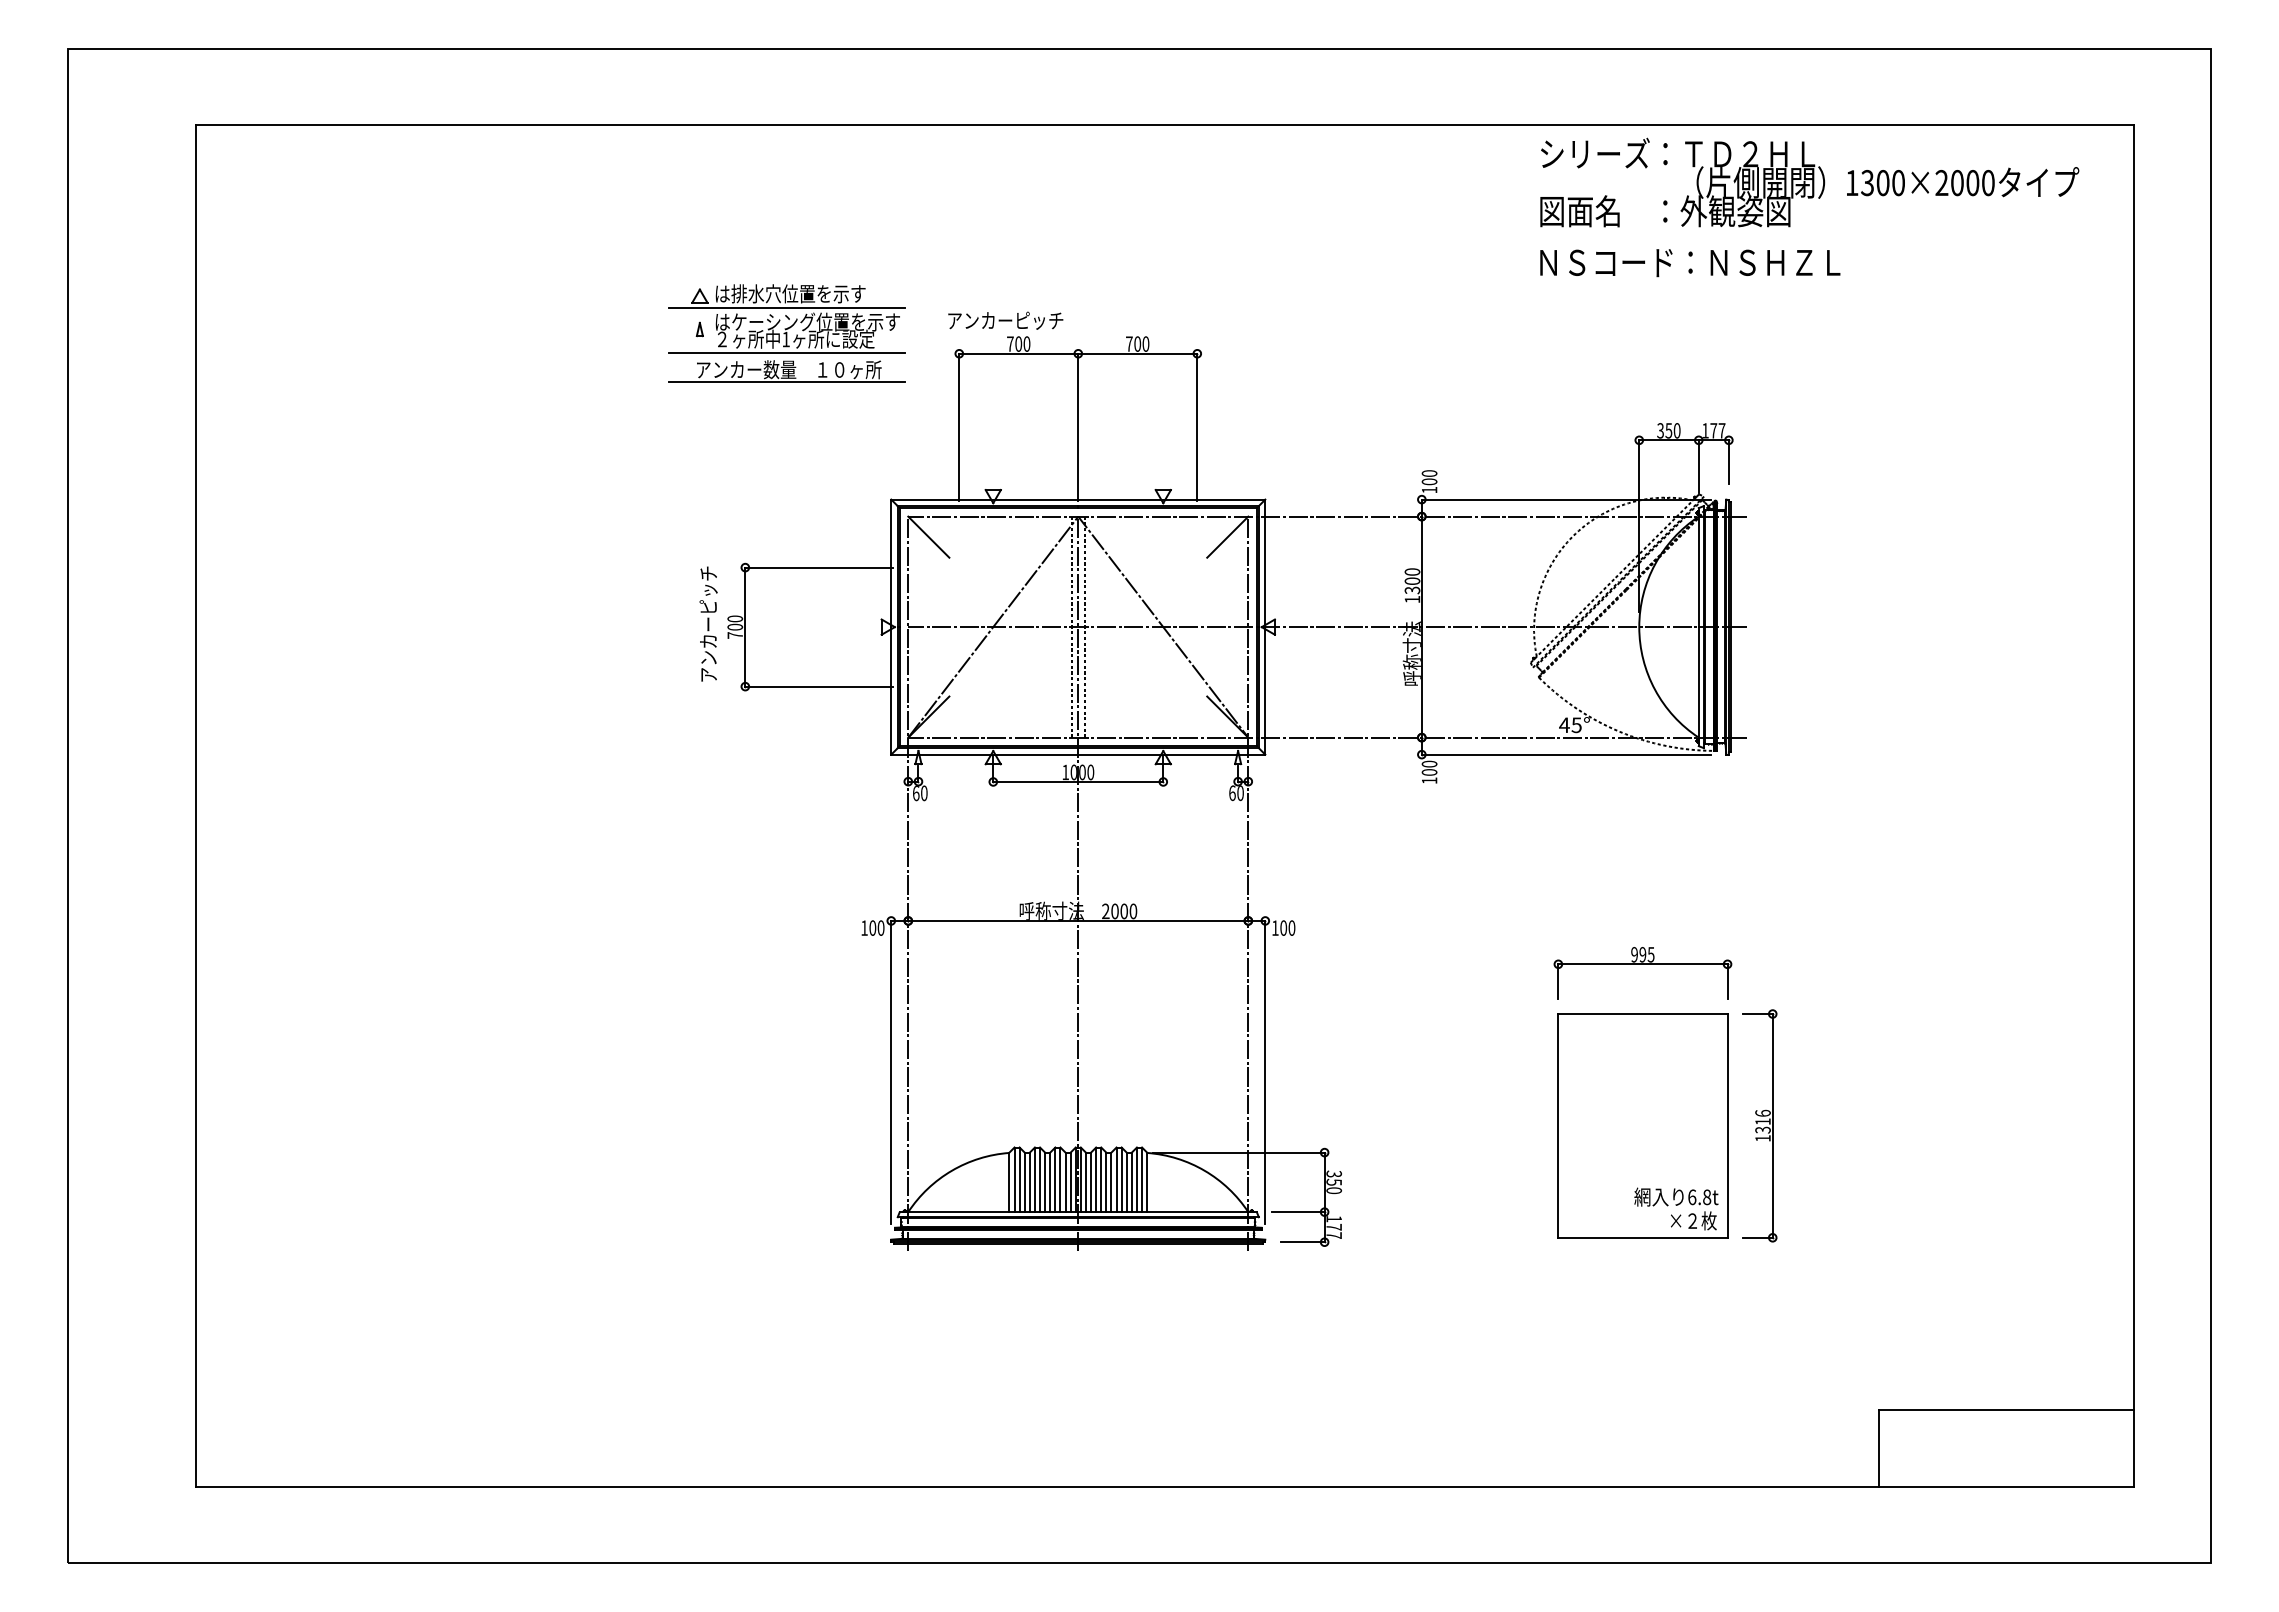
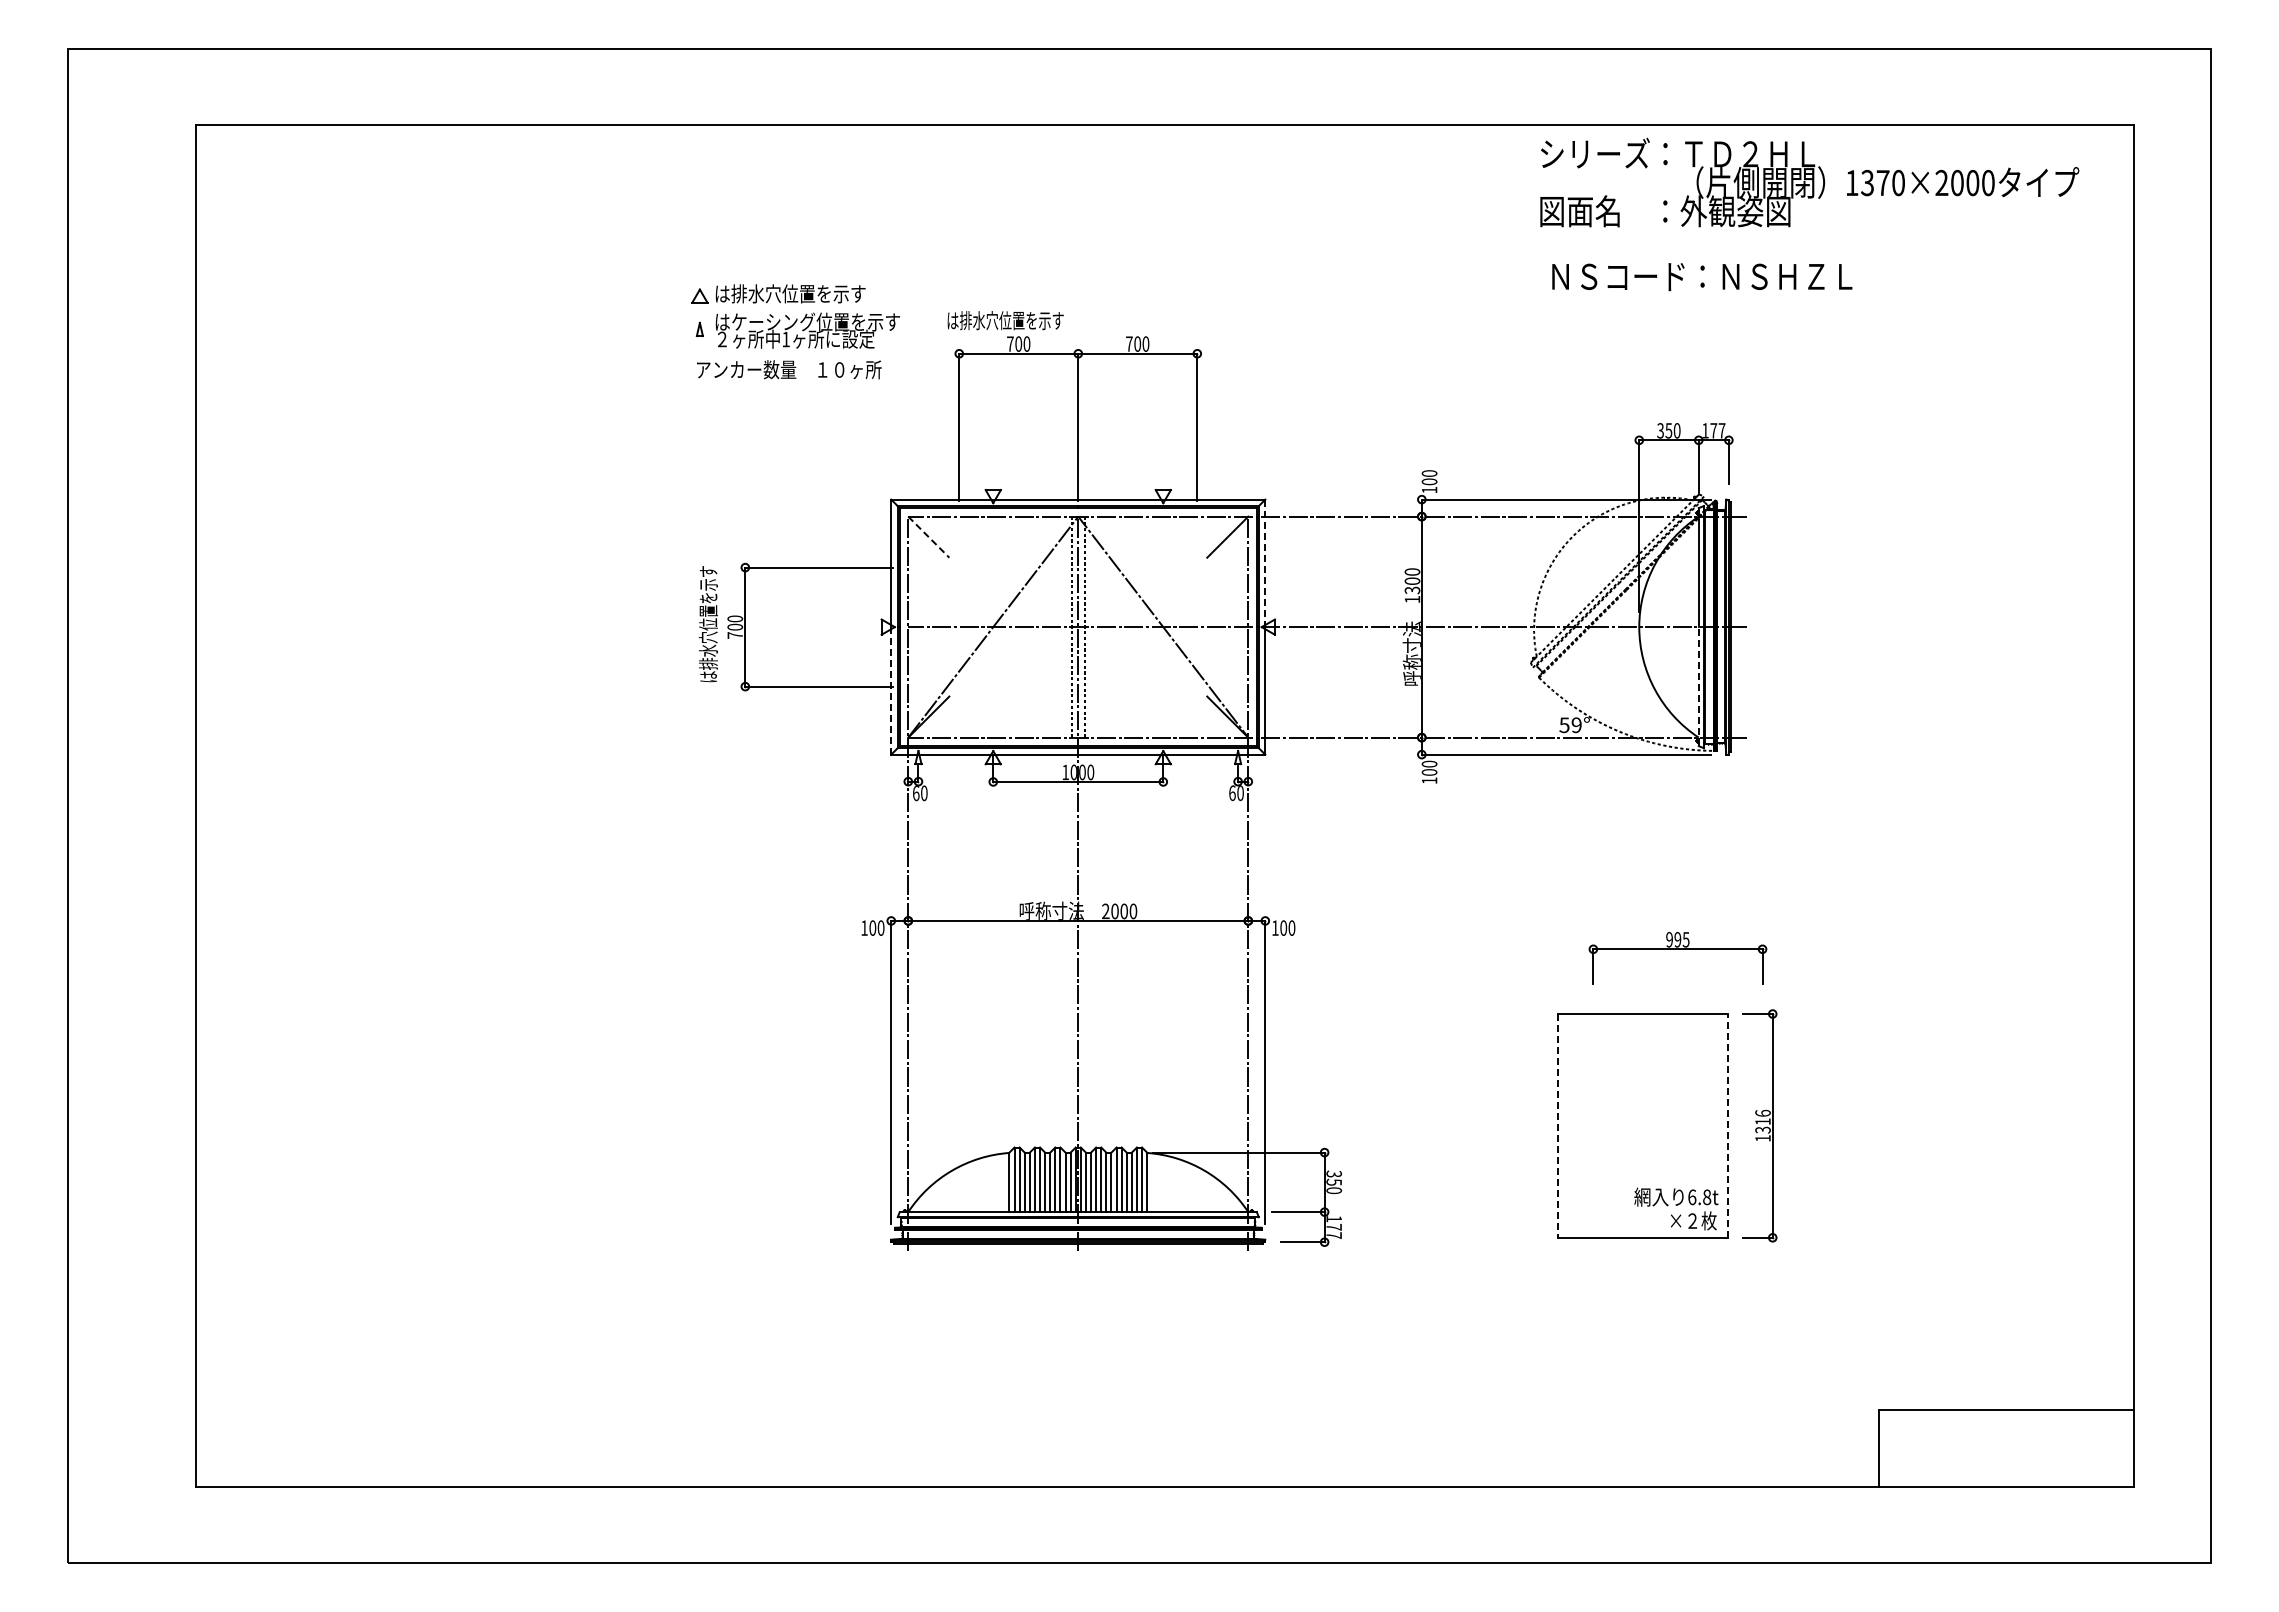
text at (1882, 182): 1300×2000 -> 1370×2000
text at (1690, 263) position: (1690, 263) -> (1702, 277)
line at (787, 307): present -> none
text at (1005, 320): アンカーピッチ -> は排水穴位置を示す
line at (787, 352): present -> none
line at (787, 382): present -> none
line at (929, 537): solid -> dashed
line at (1265, 563): solid -> dashed
text at (707, 624): アンカーピッチ -> は排水穴位置を示す
line at (1698, 686): solid -> dashed
line at (891, 690): solid -> dashed
text at (1570, 725): 45° -> 59°
part at (1642, 964) position: (1642, 964) -> (1677, 949)
line at (1558, 1125): solid -> dashed
line at (1727, 1125): solid -> dashed
